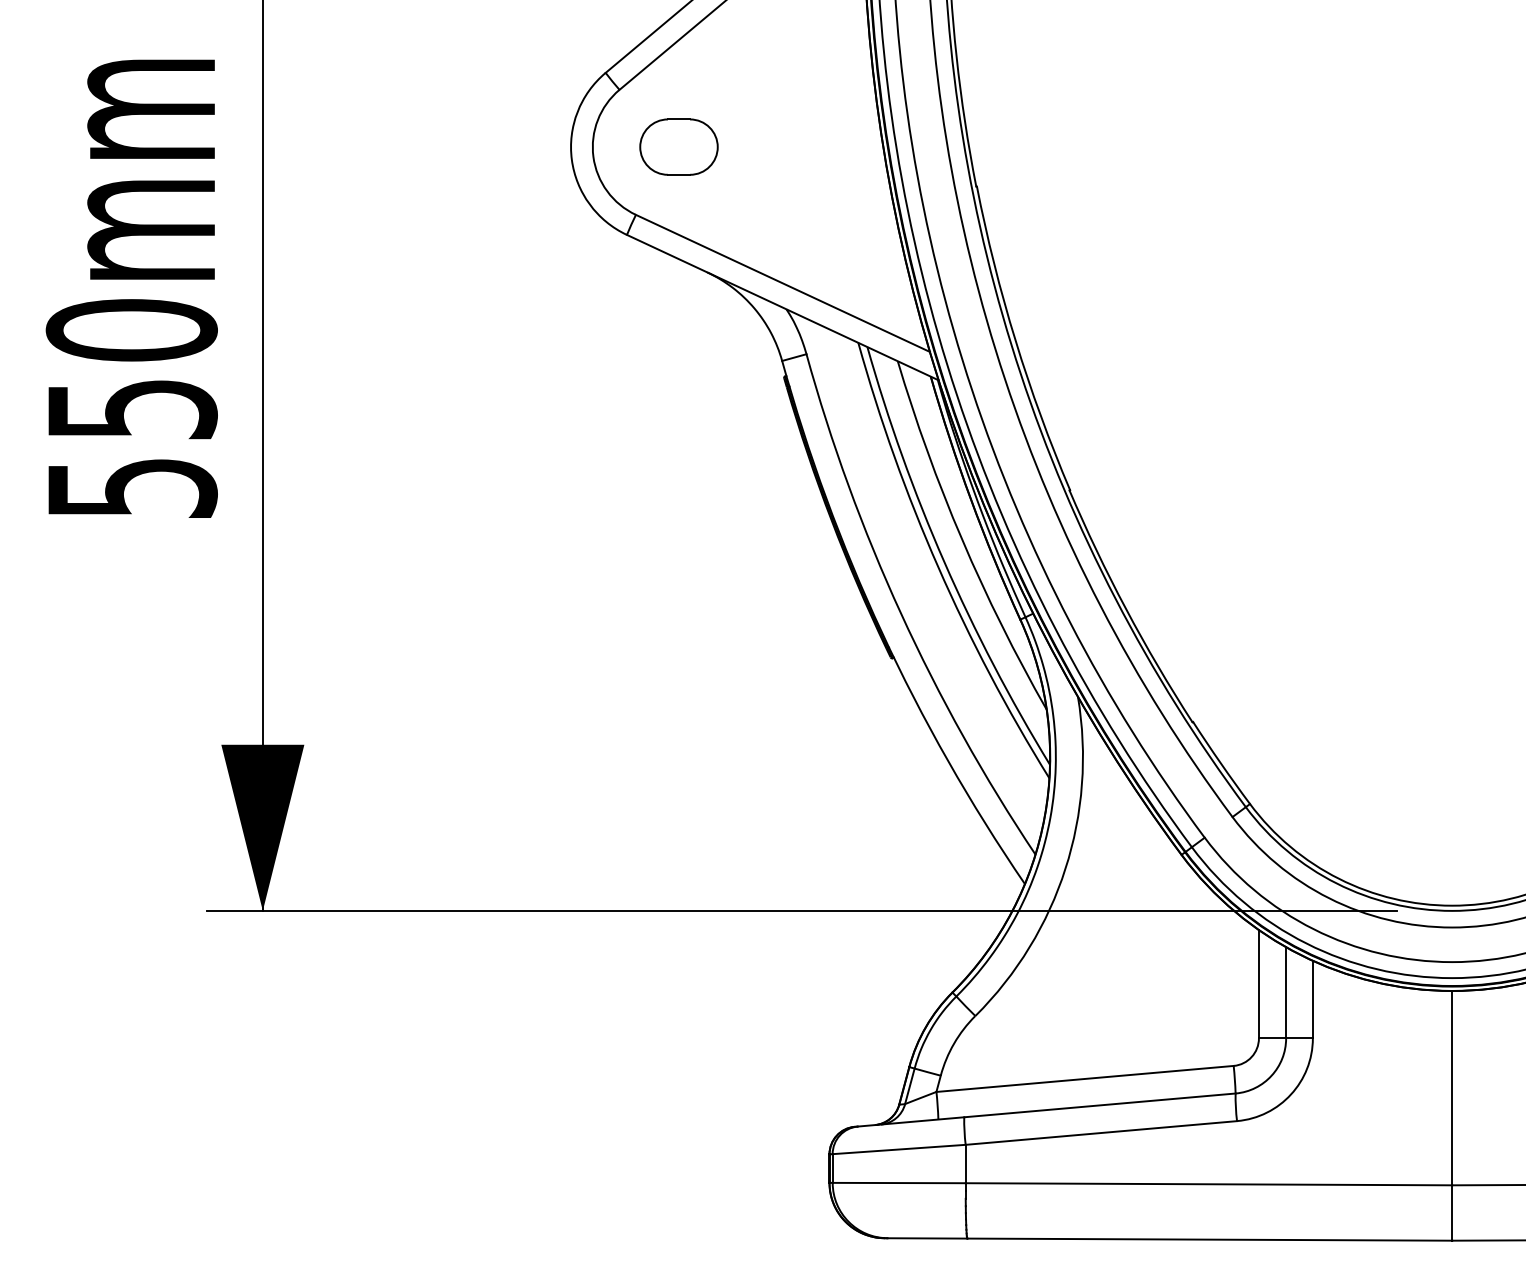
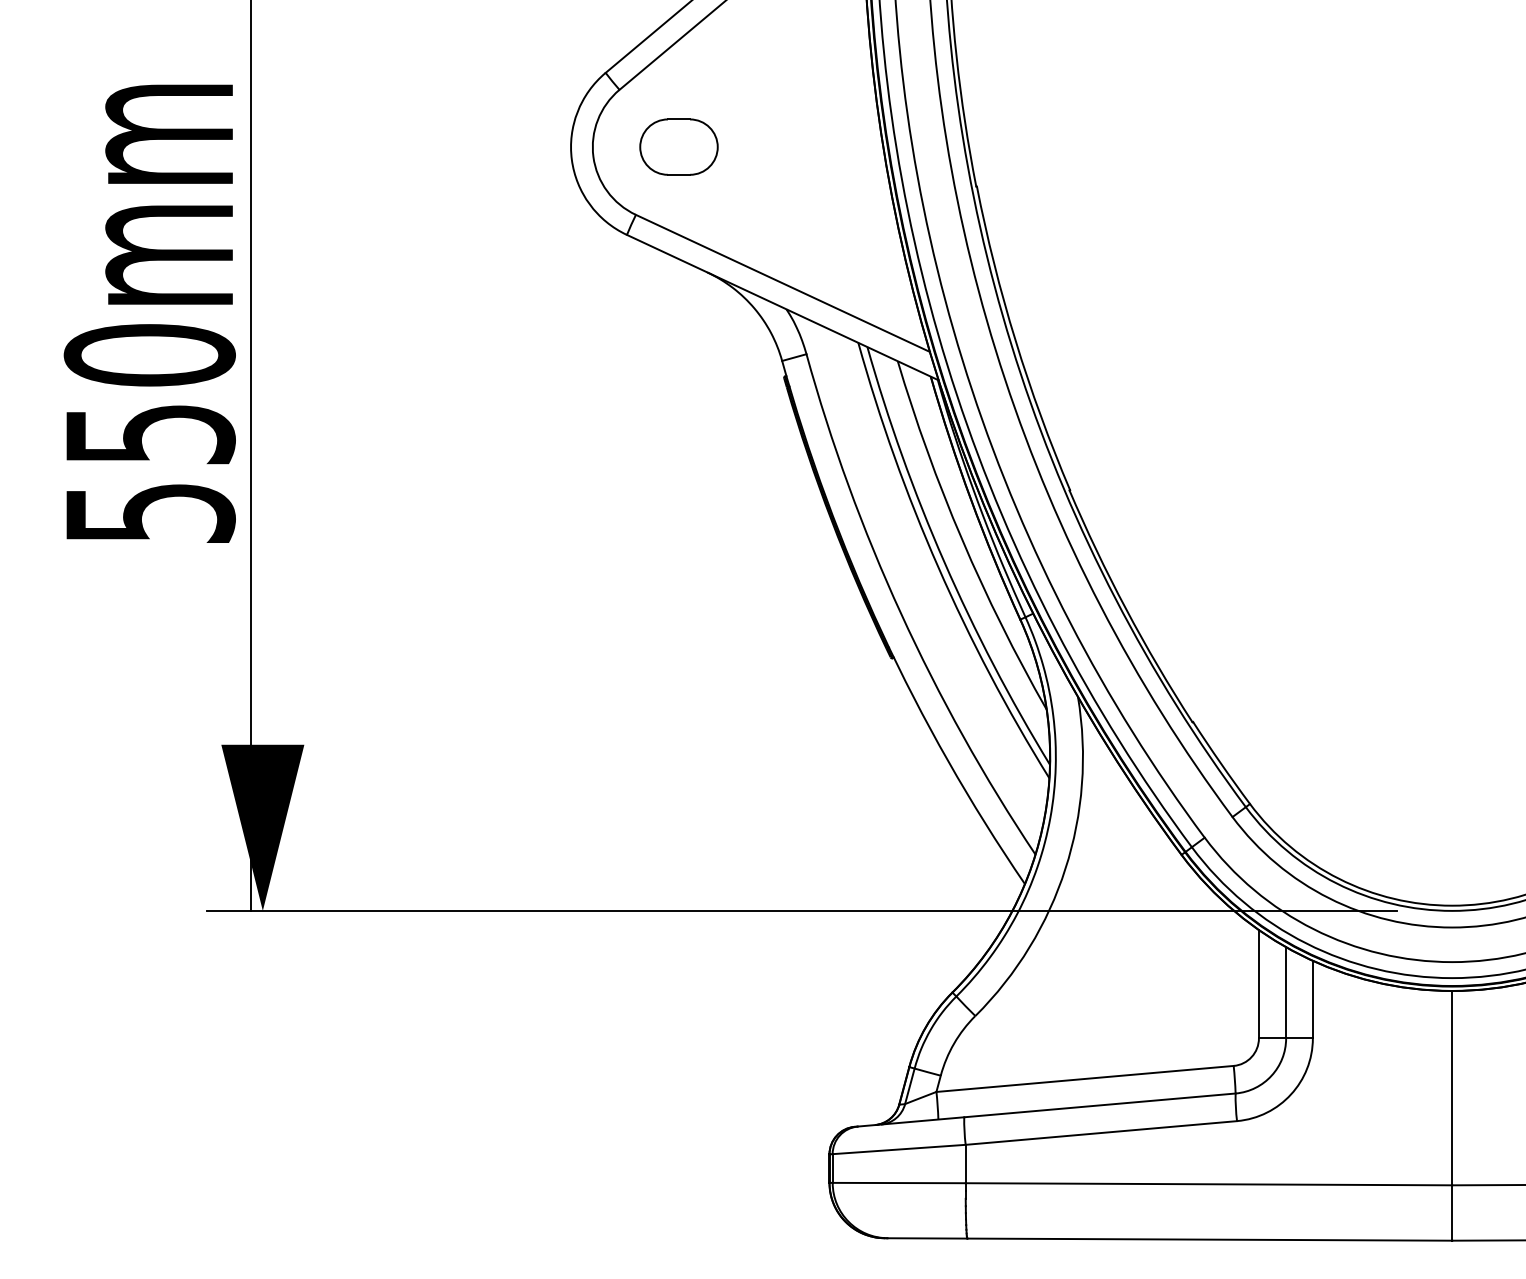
text at (131, 288) position: (131, 288) -> (149, 313)
line at (262, 456) position: (262, 456) -> (250, 456)
